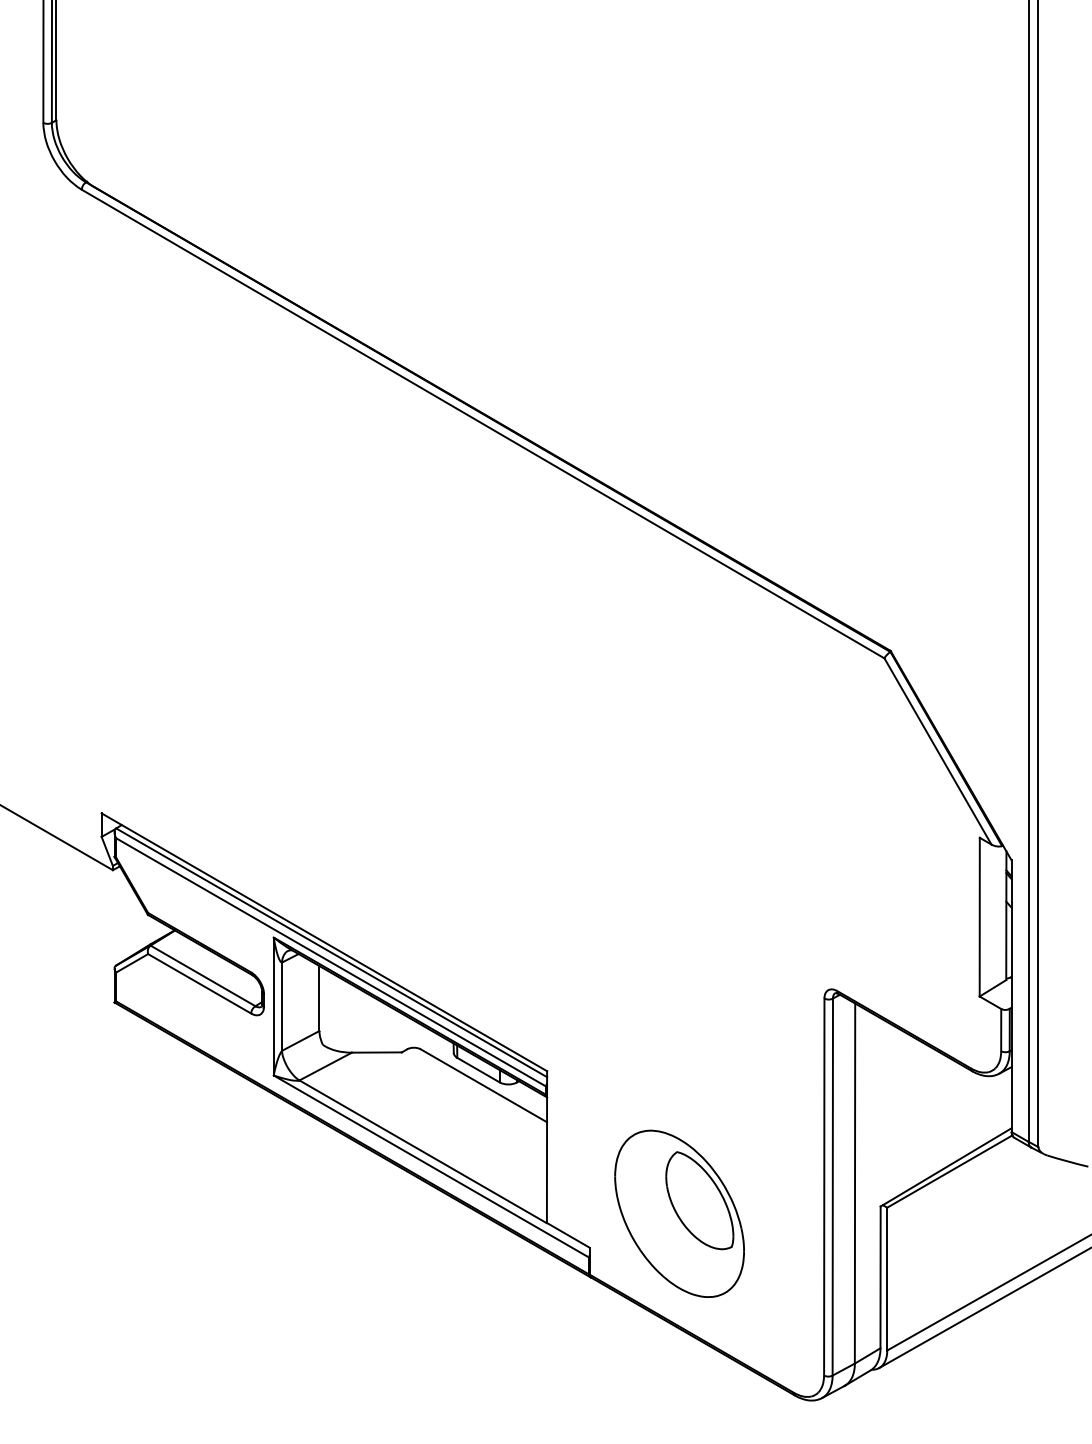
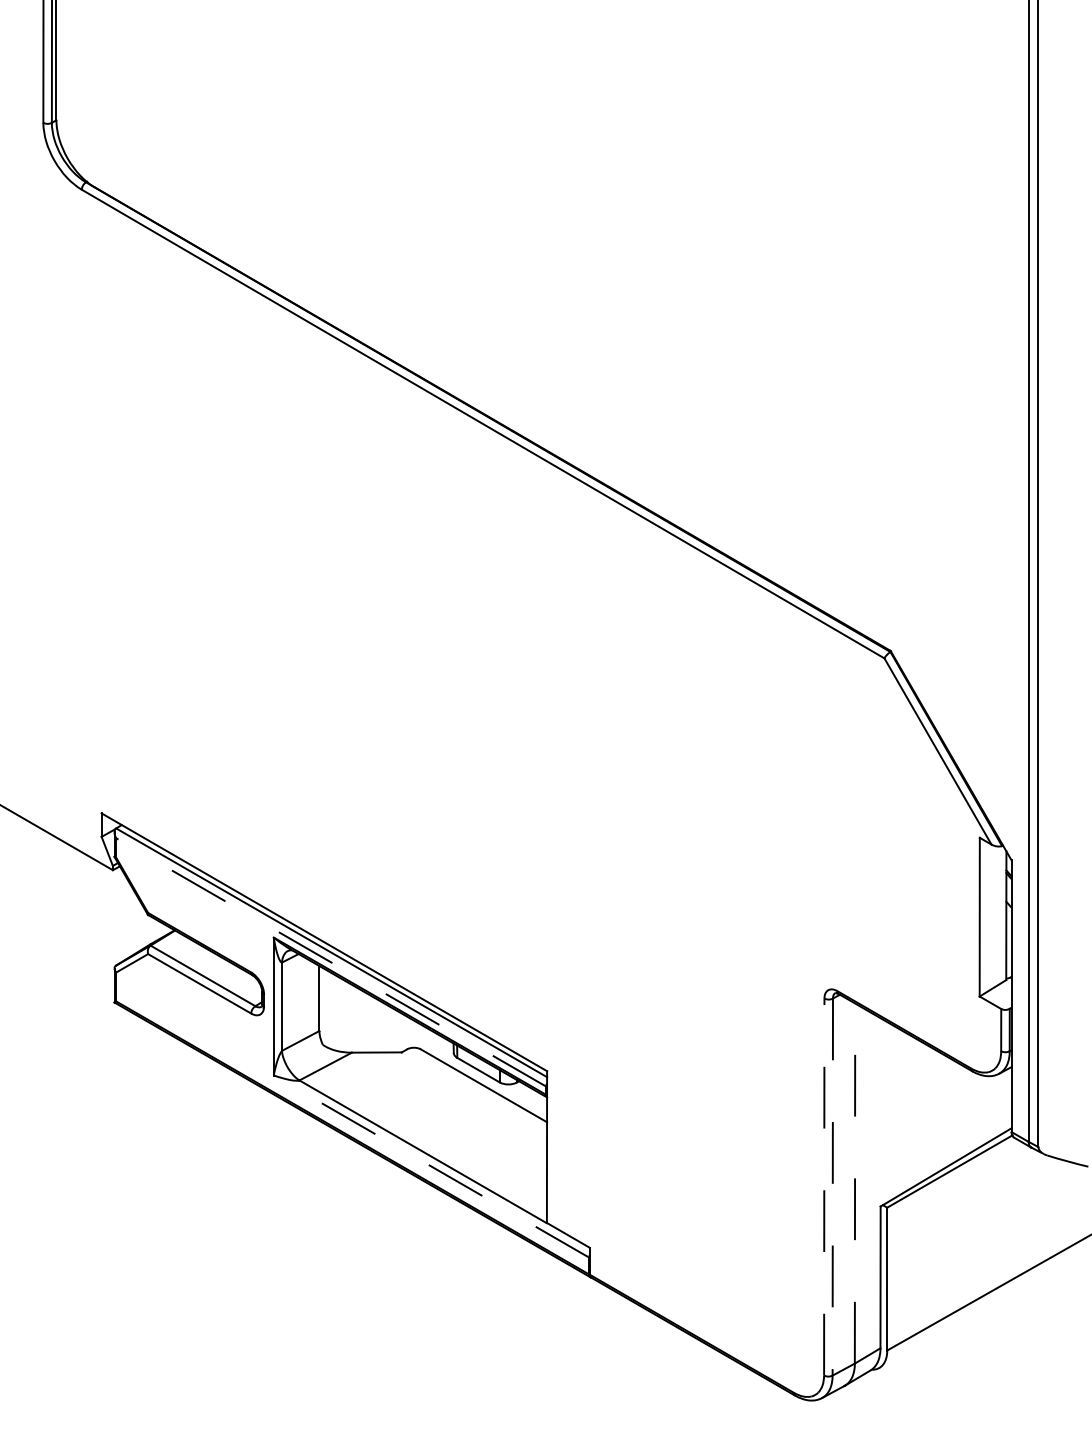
line at (330, 962): solid -> dashed
line at (431, 1166): solid -> dashed
line at (855, 1183): solid -> dashed
line at (824, 1186): solid -> dashed
line at (832, 1187): solid -> dashed
part at (679, 1213): present -> none
line at (983, 1308): present -> none
